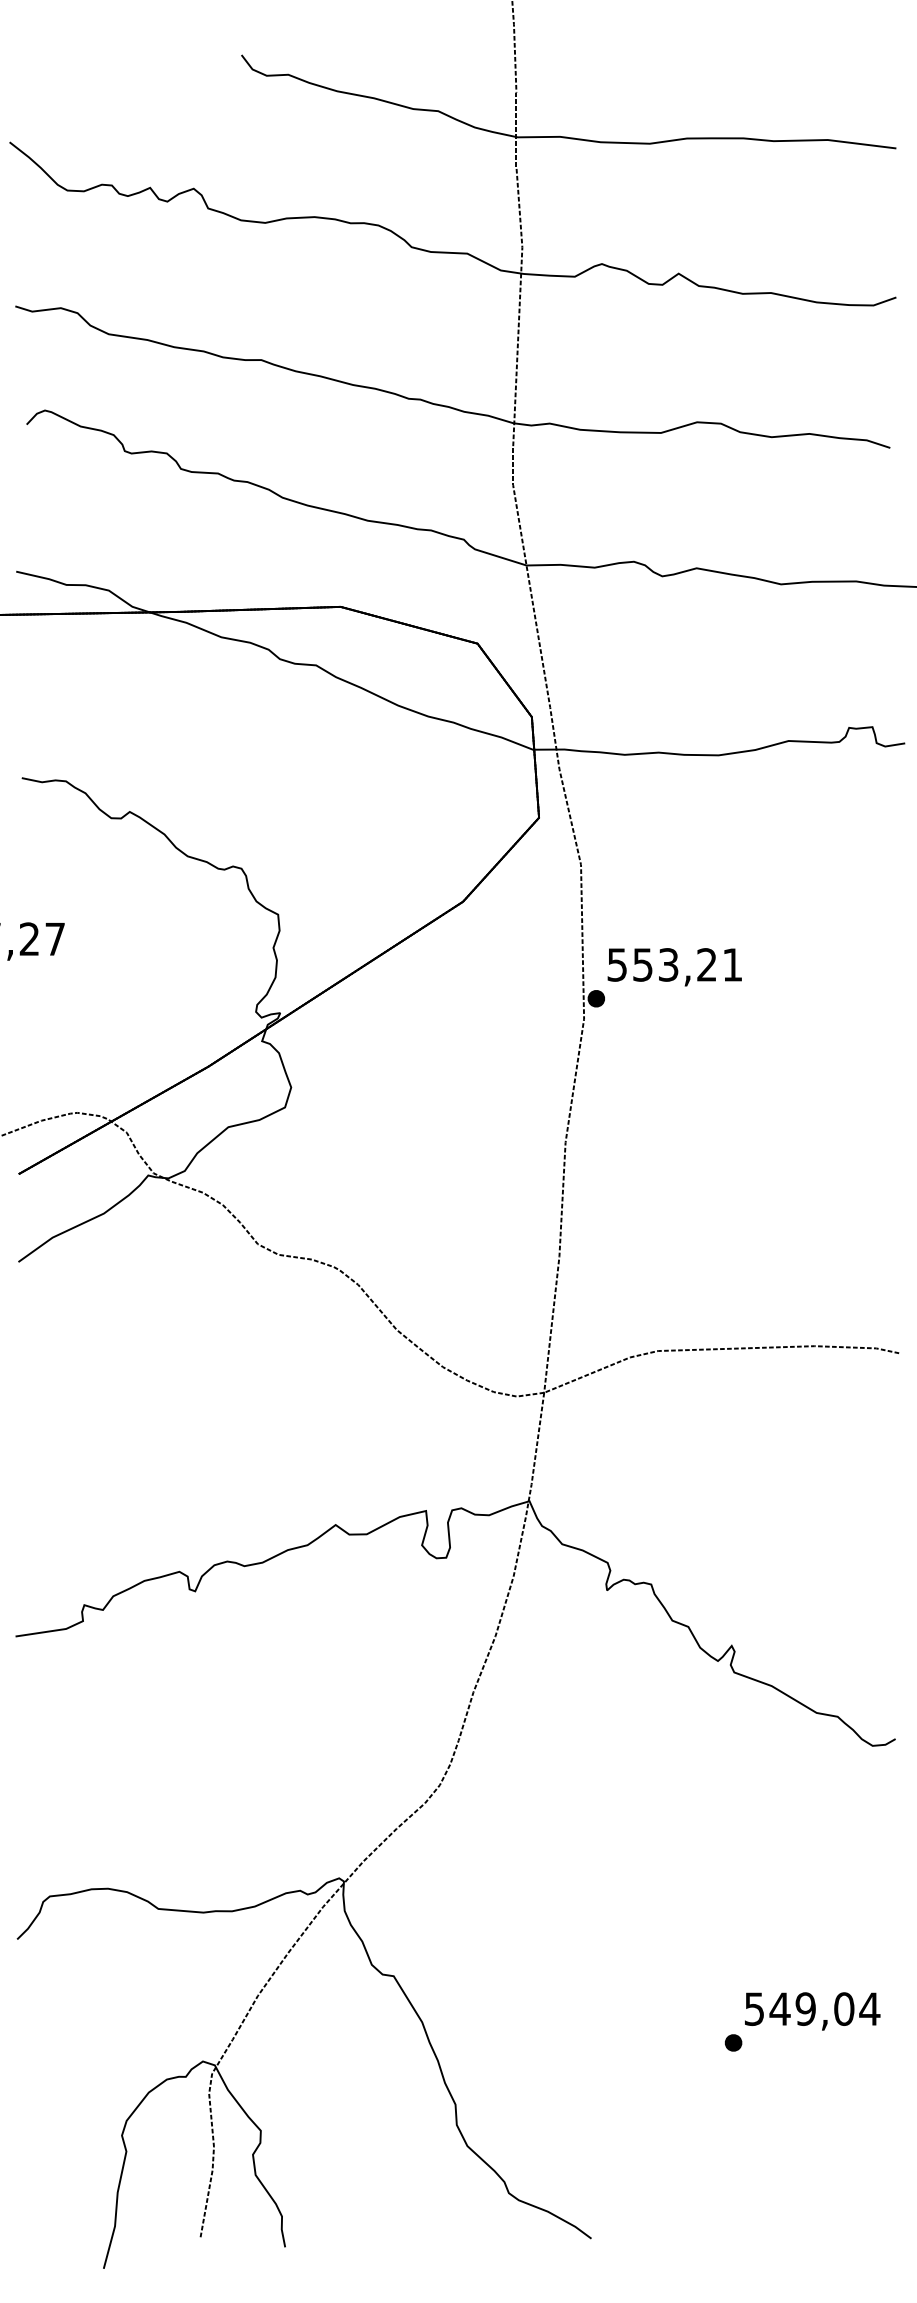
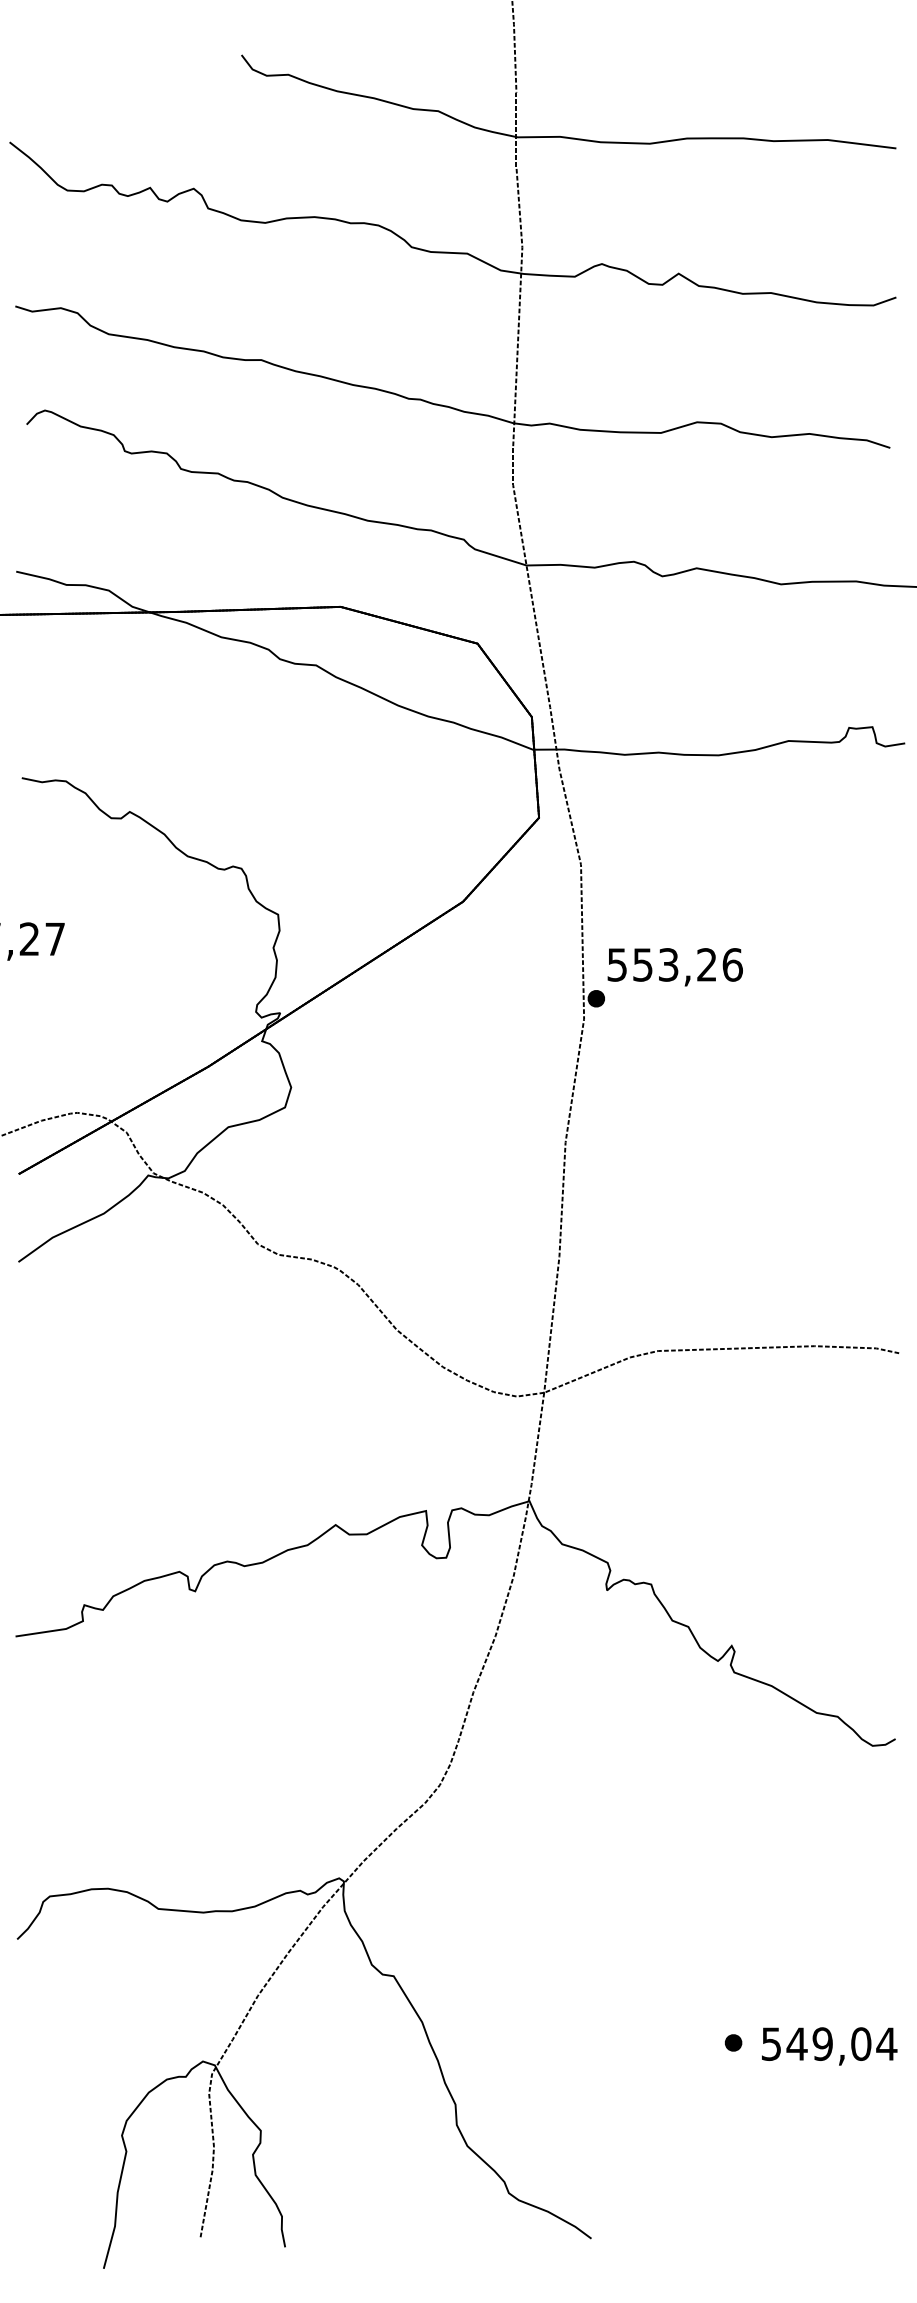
text at (732, 964): 553,21 -> 553,26
text at (812, 2011) position: (812, 2011) -> (829, 2046)
